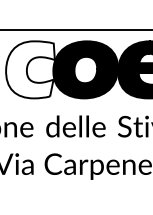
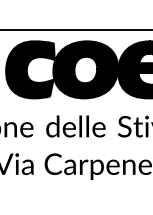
fill at (30, 69): none -> present
